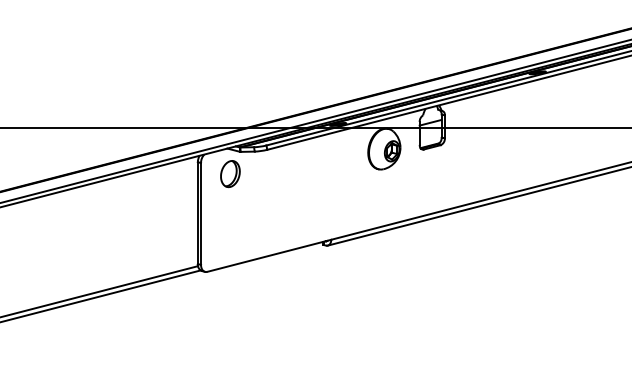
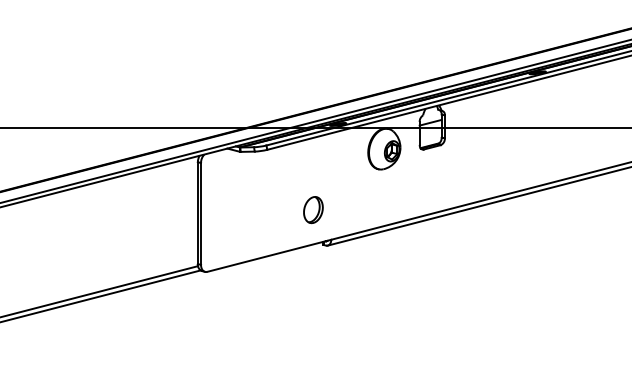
part at (230, 174) position: (230, 174) -> (313, 210)
